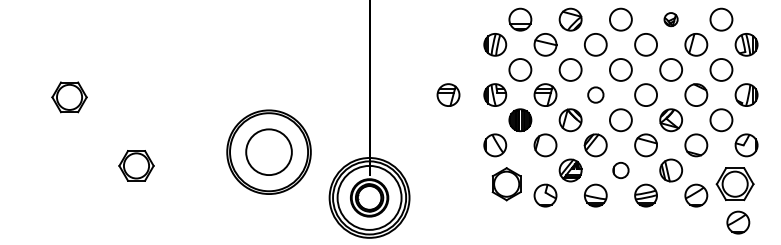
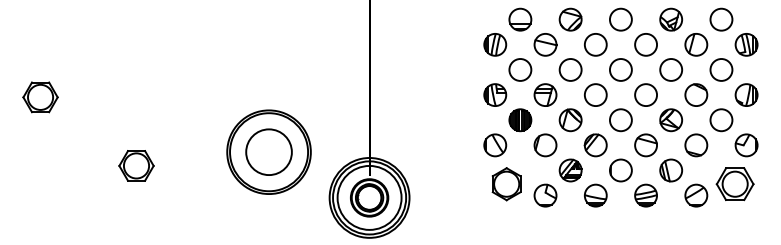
part at (670, 19) size: 16x16 px -> 24x25 px
part at (448, 94): present -> none
circle at (595, 94) size: 18x18 px -> 24x24 px
part at (69, 97) position: (69, 97) -> (40, 97)
part at (620, 170) size: 18x17 px -> 24x25 px
part at (738, 222): present -> none
